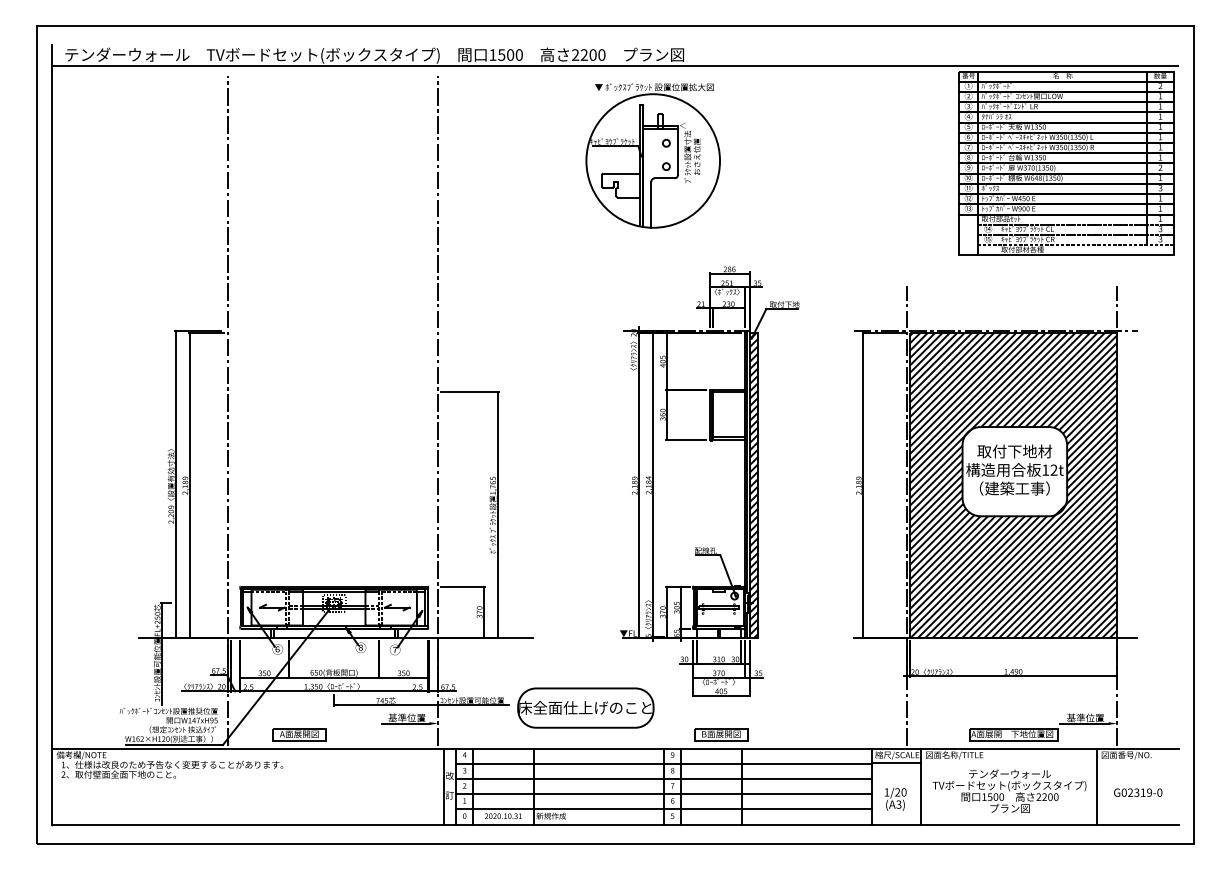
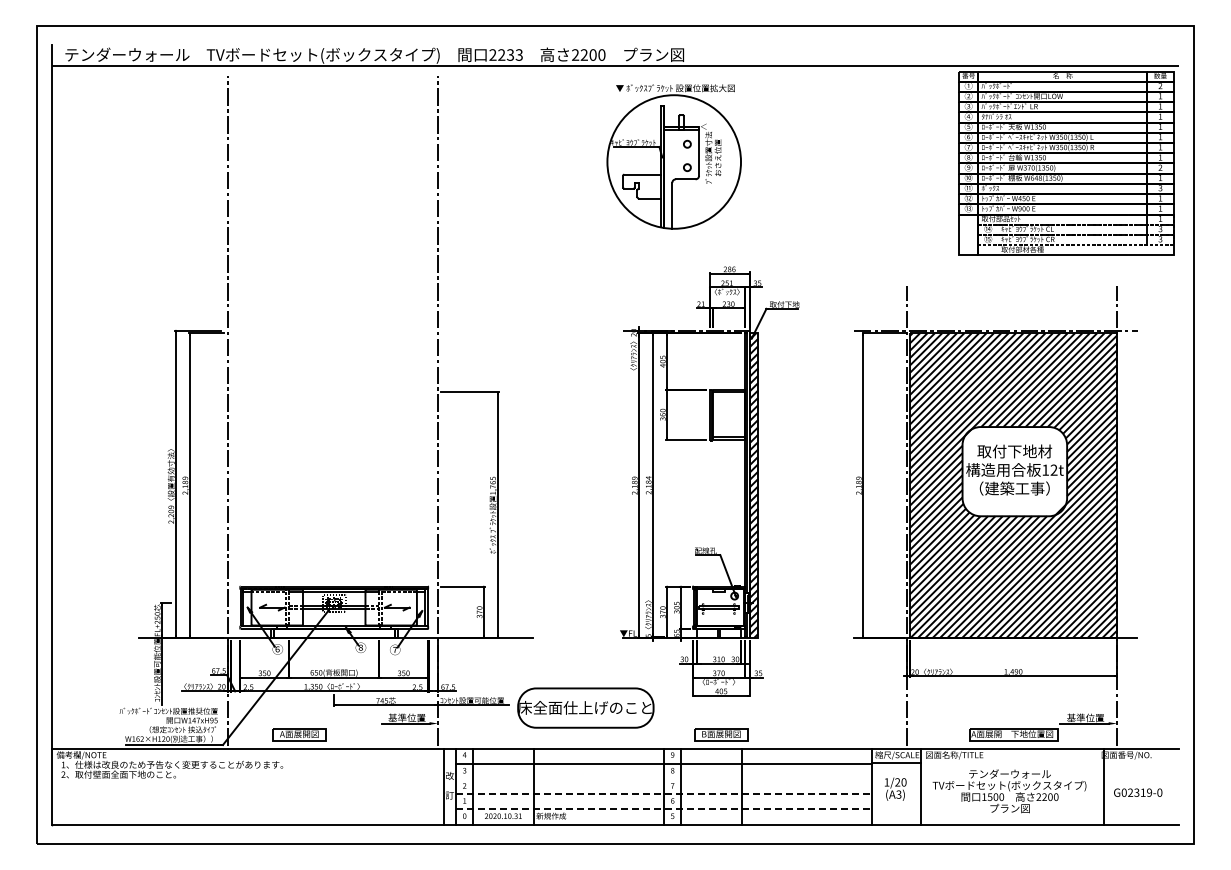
text at (505, 54): 1500 -> 2233
part at (652, 155) position: (652, 155) -> (673, 156)
line at (664, 779): present -> none
line at (1097, 786) position: (1097, 786) -> (1104, 786)
line at (664, 794): solid -> dashed
text at (895, 798) position: (895, 798) -> (895, 788)
line at (664, 809): solid -> dashed
